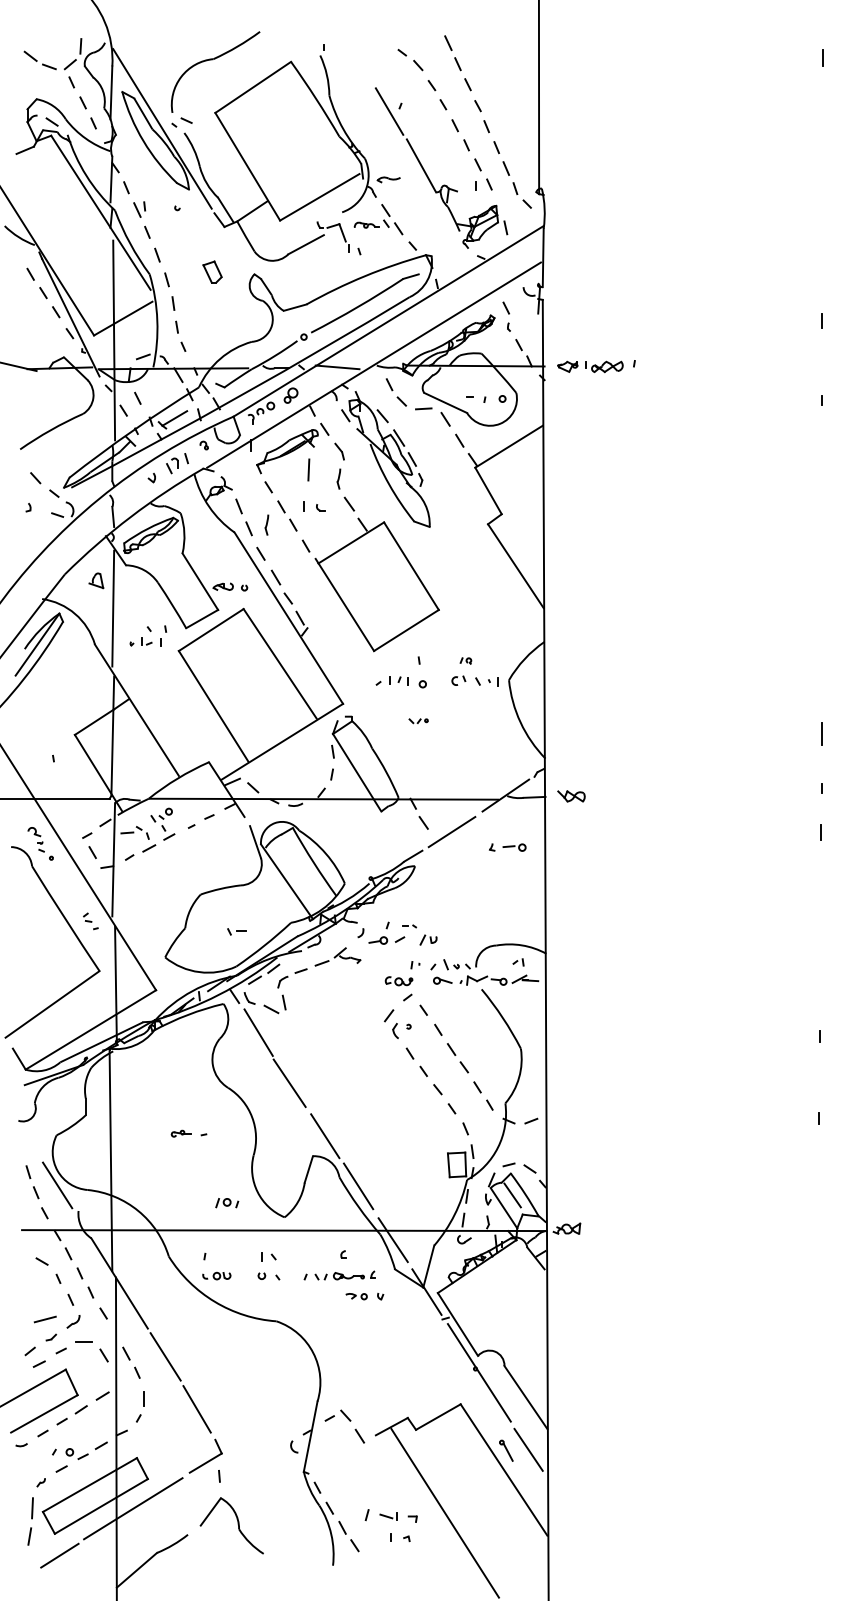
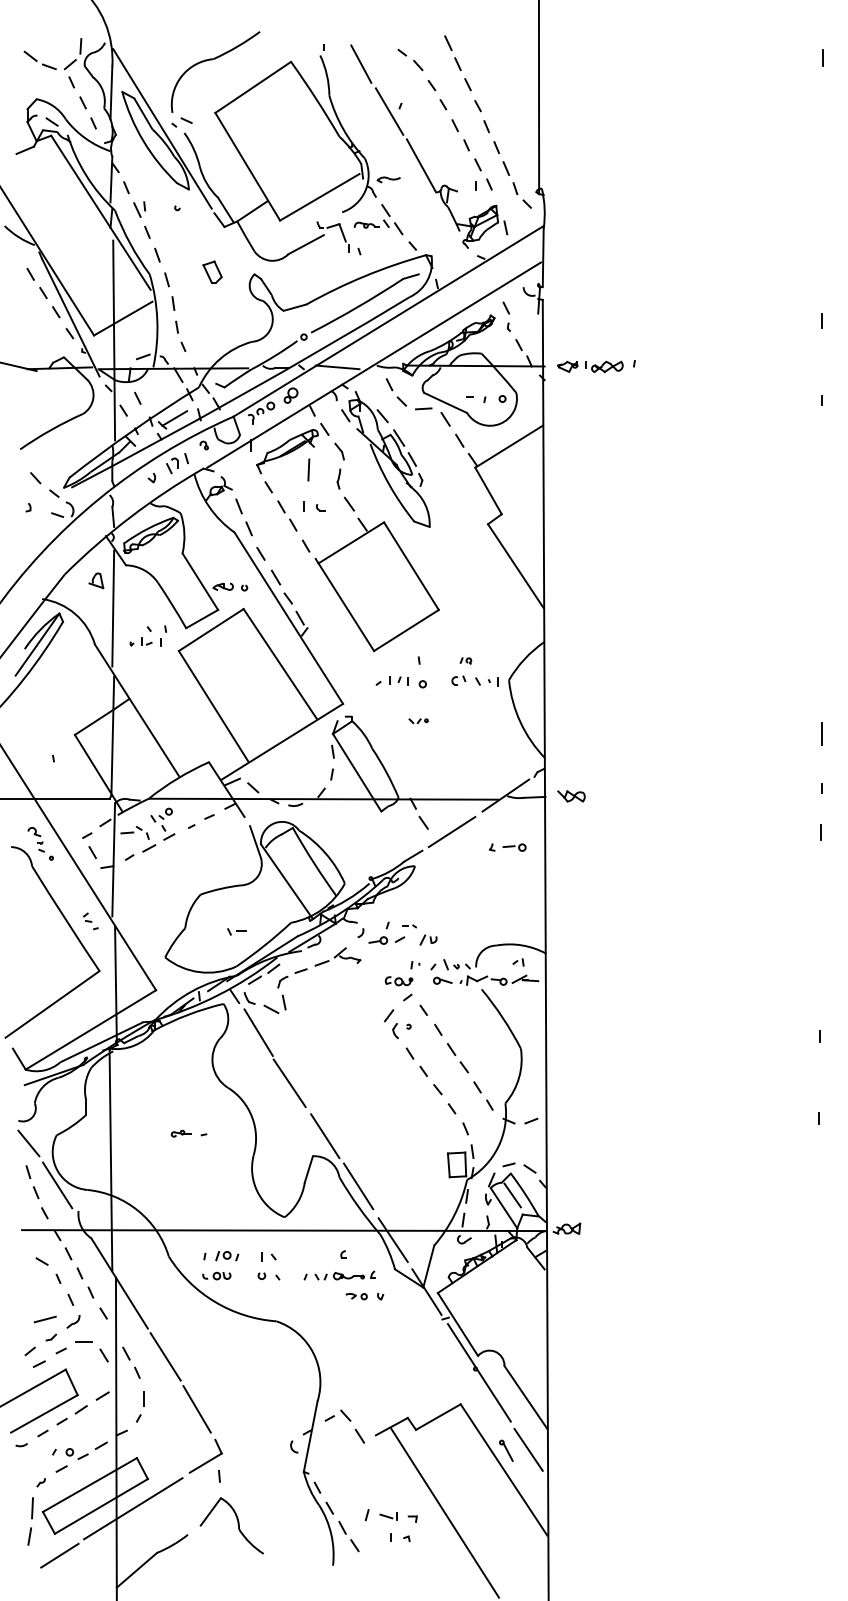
line at (361, 63): none -> present
part at (266, 524): present -> none
line at (28, 1143): none -> present
part at (227, 1203) position: (227, 1203) -> (227, 1256)
